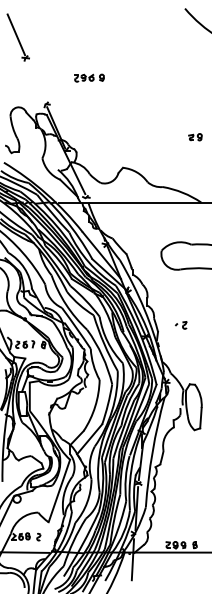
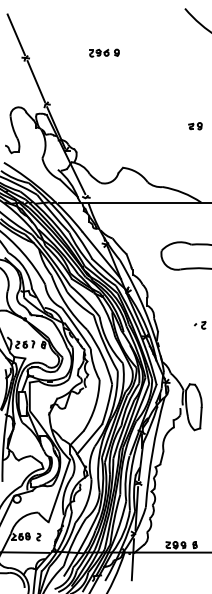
part at (89, 77) position: (89, 77) -> (104, 52)
line at (35, 81): none -> present
part at (195, 137) position: (195, 137) -> (195, 126)
part at (181, 325) position: (181, 325) -> (200, 325)
